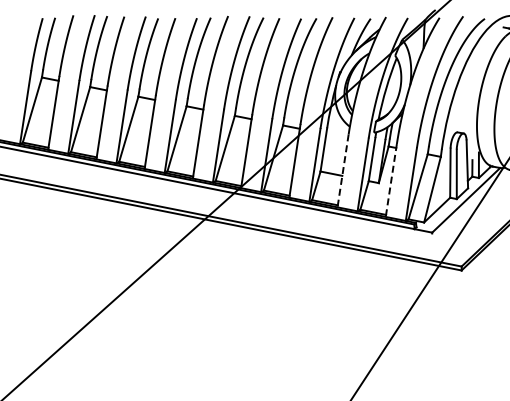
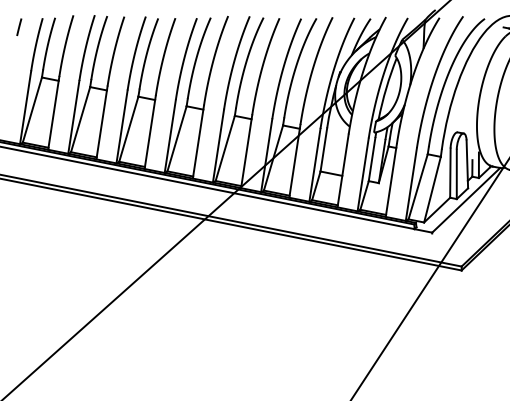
line at (19, 26): none -> present
line at (343, 170): dashed -> solid
line at (391, 180): dashed -> solid
